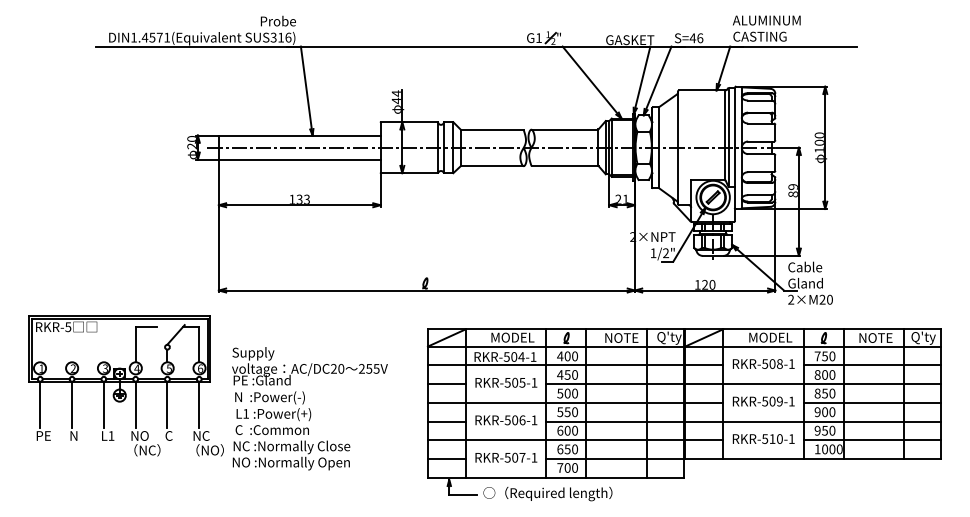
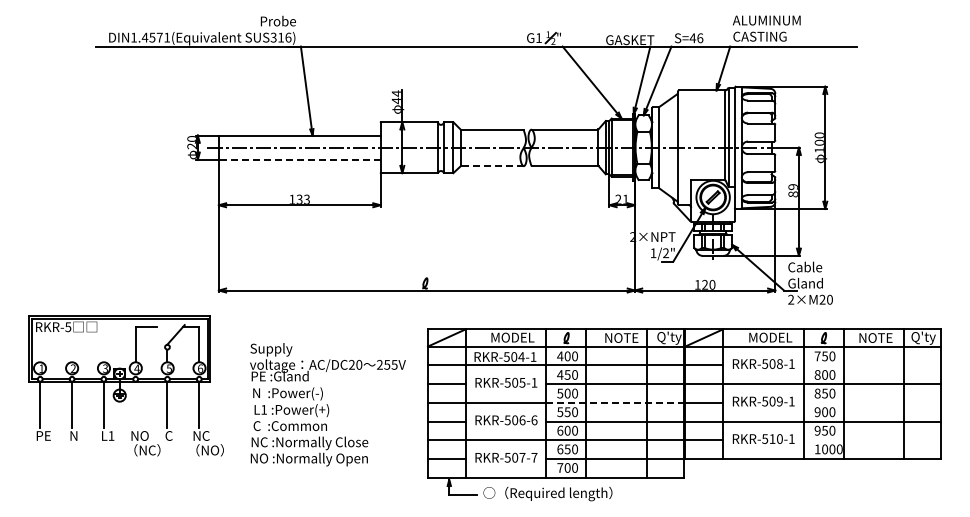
line at (299, 159): solid -> dashed
line at (491, 166): solid -> dashed
line at (871, 365): present -> none
line at (614, 402): solid -> dashed
line at (871, 402): present -> none
line at (135, 404): present -> none
text at (309, 408) position: (309, 408) -> (327, 404)
text at (534, 420): RKR-506-1 -> RKR-506-6
line at (871, 440): present -> none
text at (534, 457): RKR-507-1 -> RKR-507-7
